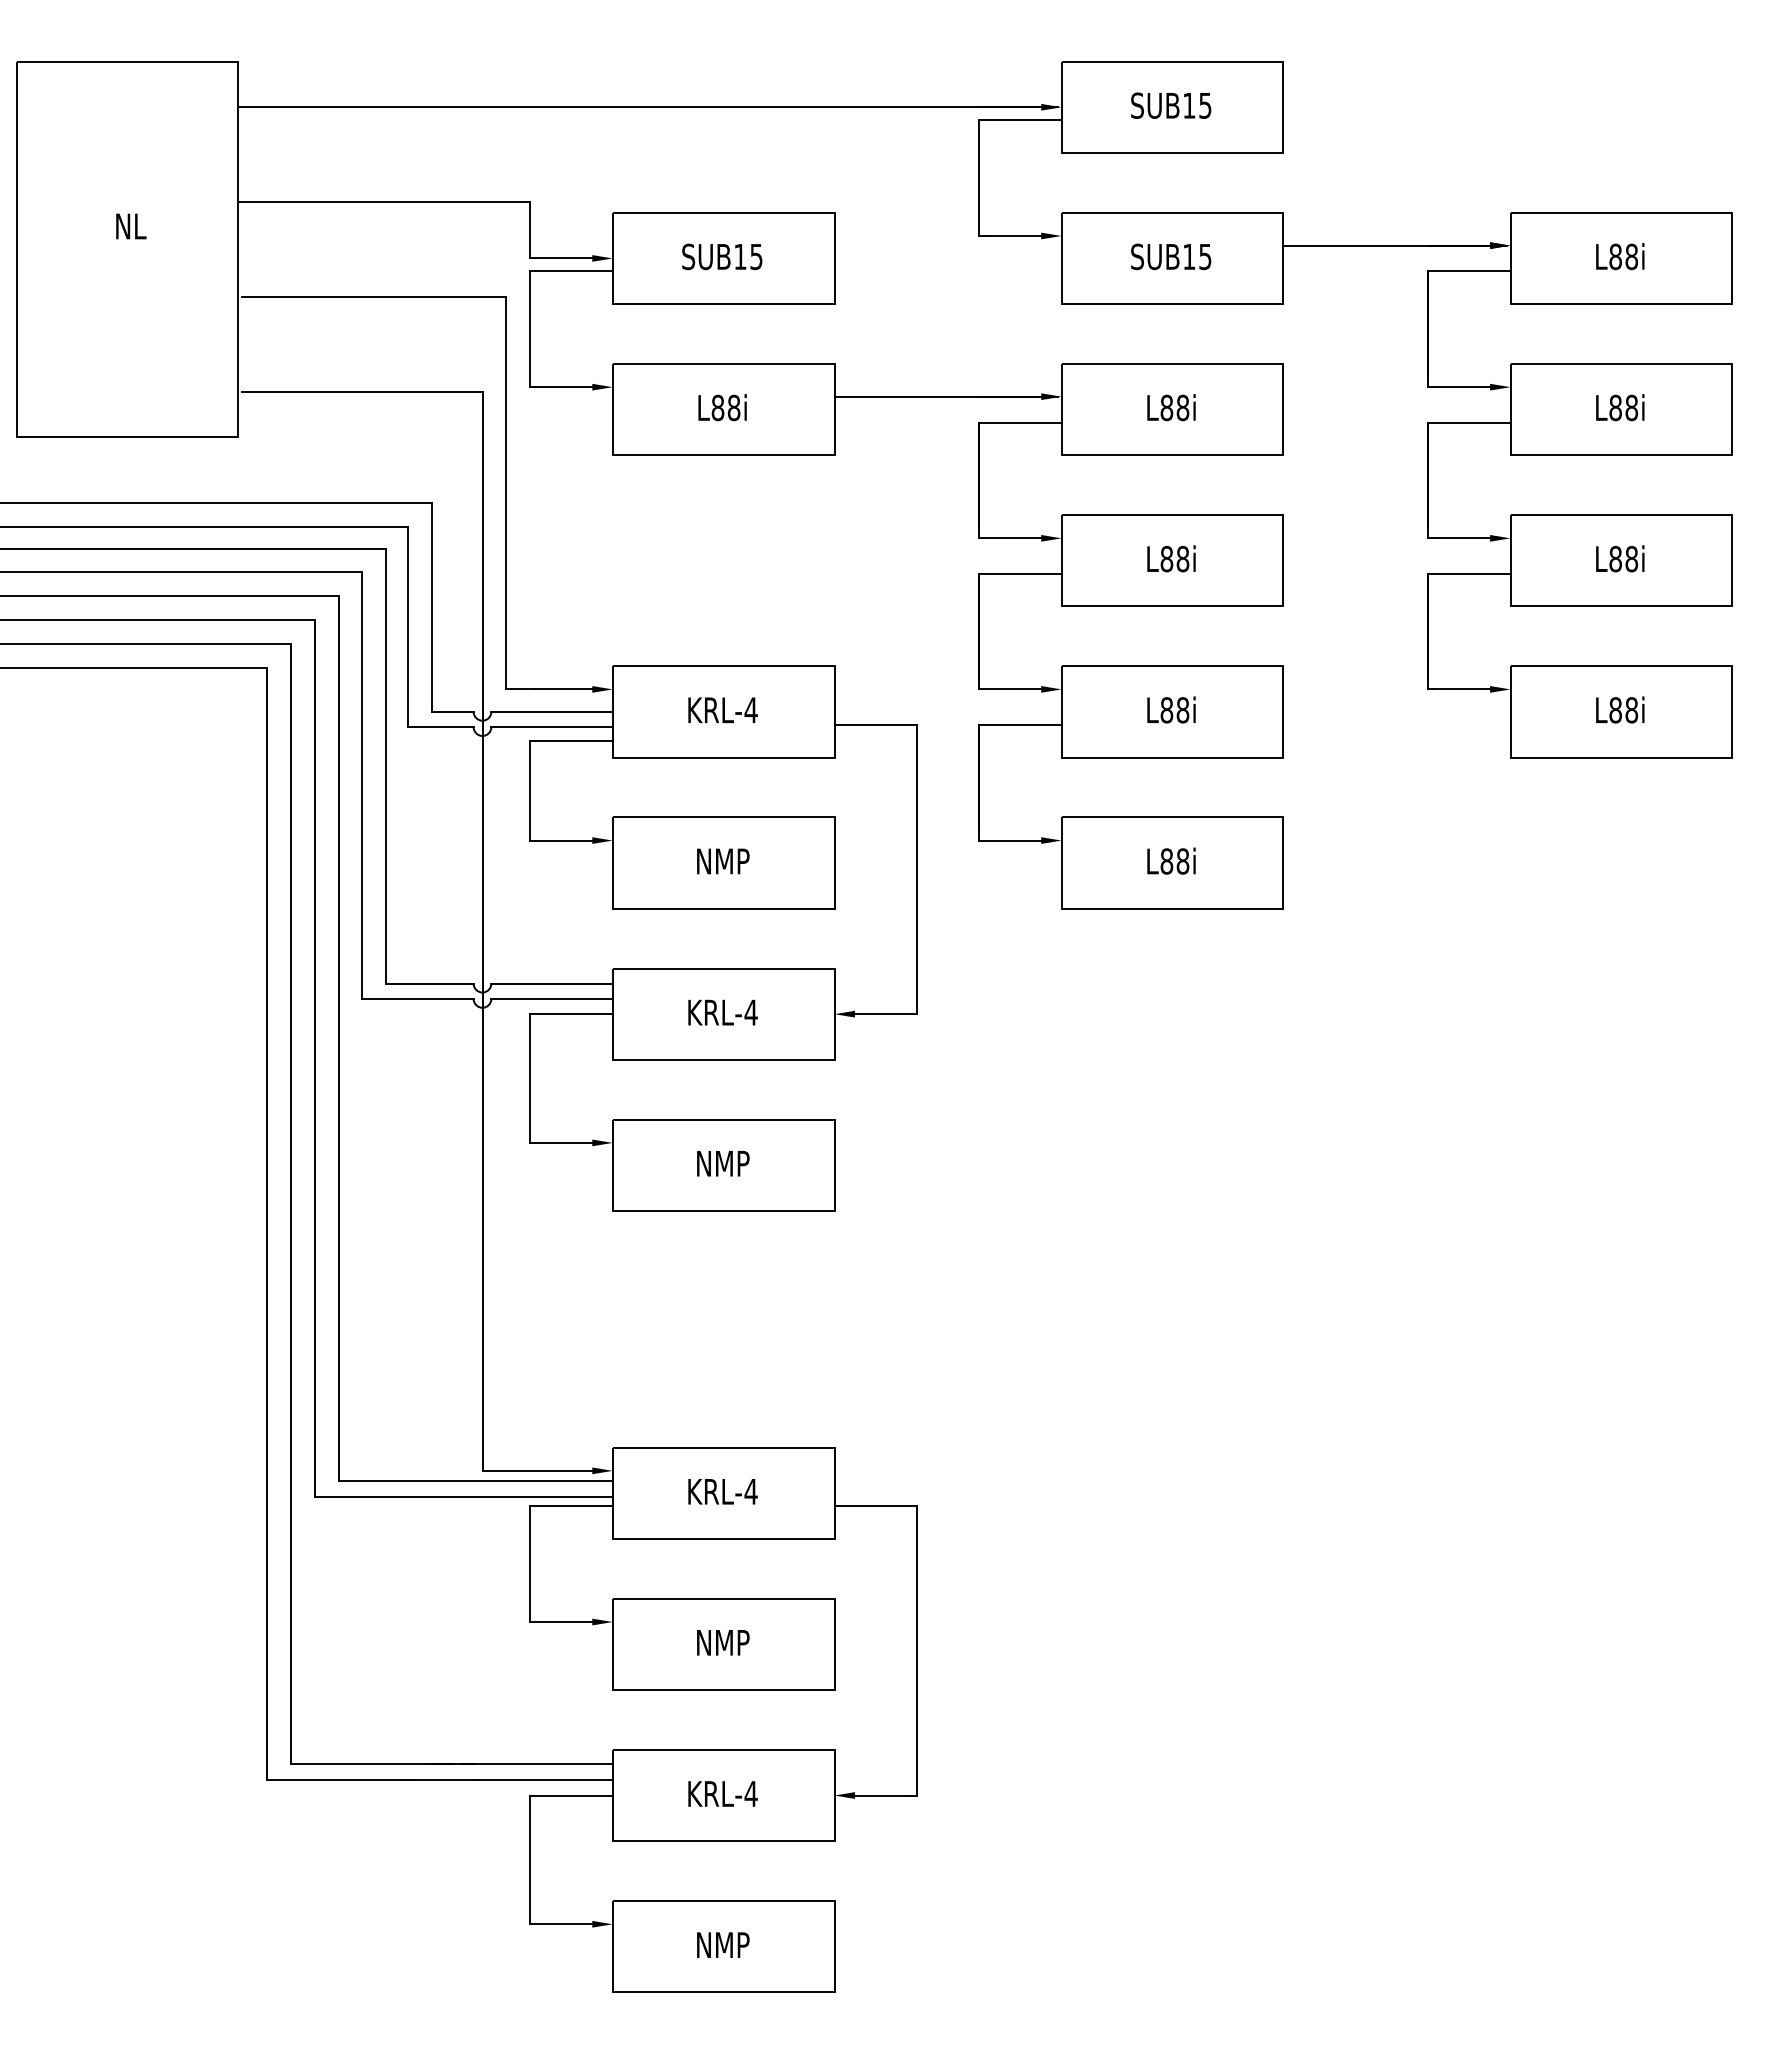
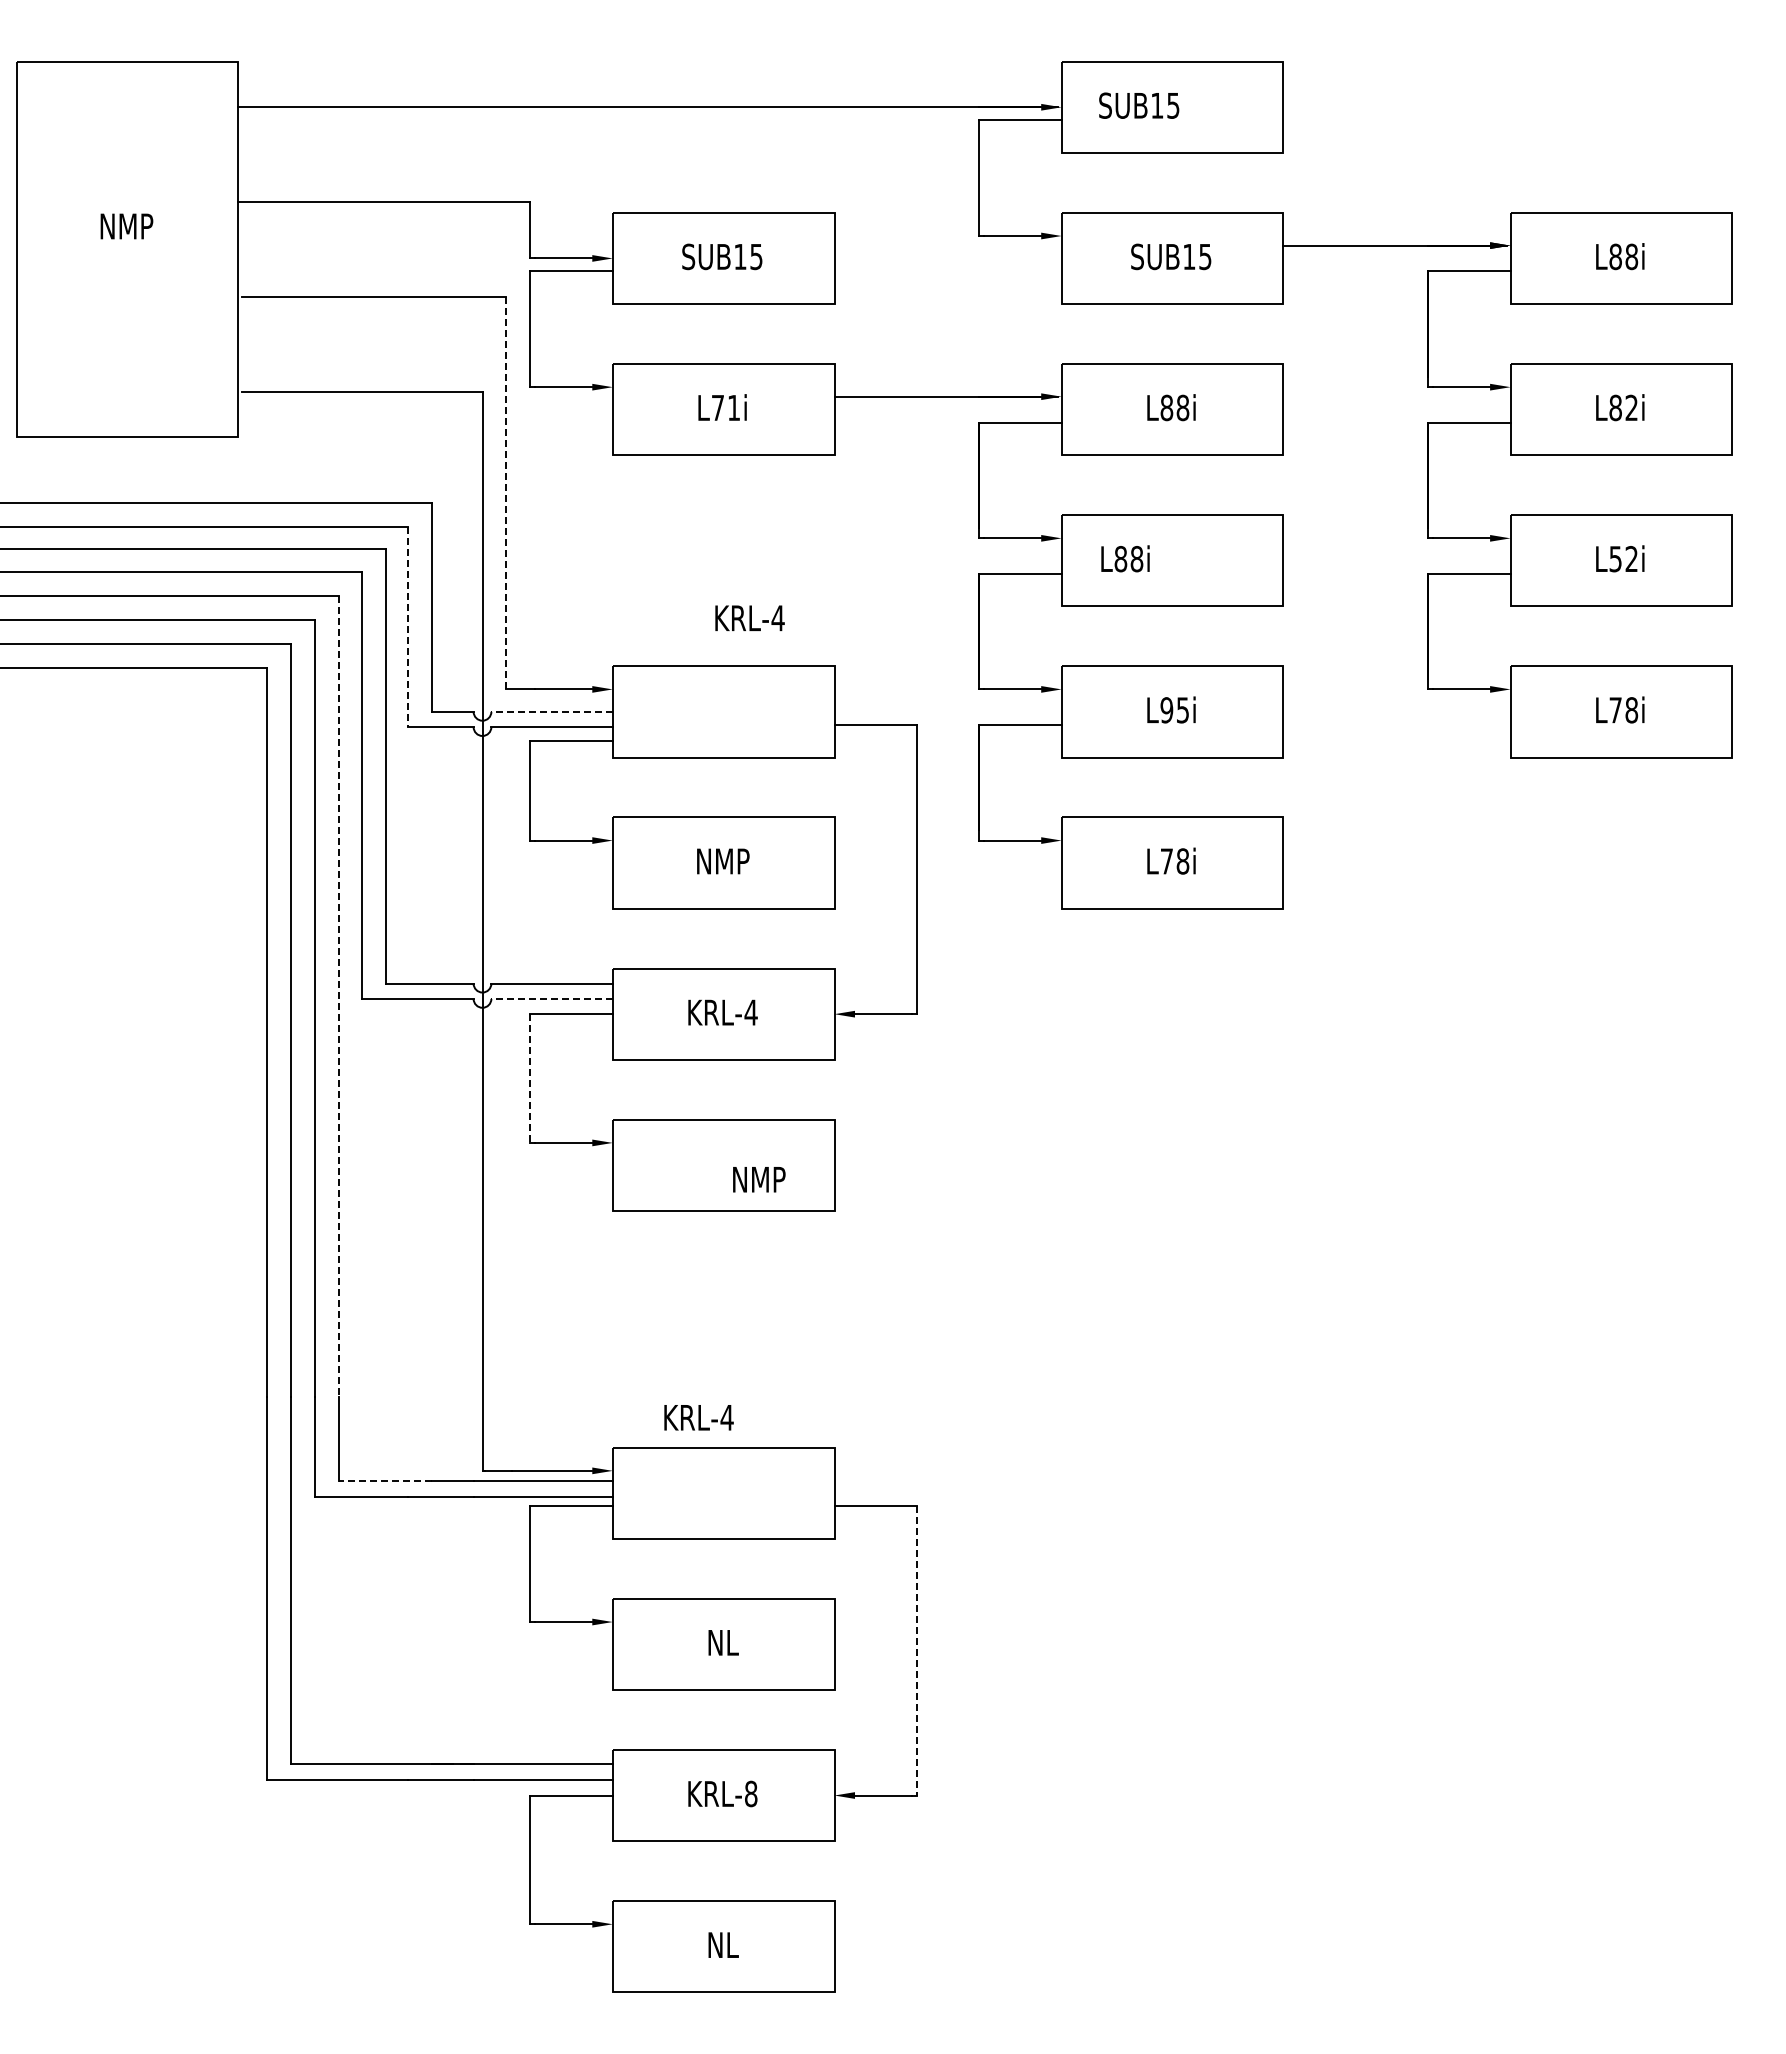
text at (1171, 105) position: (1171, 105) -> (1139, 105)
text at (126, 226): NL -> NMP
text at (725, 407): L88i -> L71i
text at (1631, 407): L88i -> L82i
line at (506, 493): solid -> dashed
text at (1171, 558) position: (1171, 558) -> (1125, 558)
text at (1623, 559): L88i -> L52i
line at (407, 627): solid -> dashed
text at (722, 709) position: (722, 709) -> (749, 617)
text at (1174, 710): L88i -> L95i
text at (1615, 710): L88i -> L78i
line at (552, 711): solid -> dashed
text at (1166, 861): L88i -> L78i
line at (338, 997): solid -> dashed
line at (552, 998): solid -> dashed
line at (530, 1079): solid -> dashed
text at (723, 1163) position: (723, 1163) -> (759, 1179)
line at (385, 1481): solid -> dashed
text at (722, 1491) position: (722, 1491) -> (698, 1417)
text at (723, 1642): NMP -> NL
line at (917, 1650): solid -> dashed
text at (750, 1793): KRL-4 -> KRL-8
text at (723, 1944): NMP -> NL
